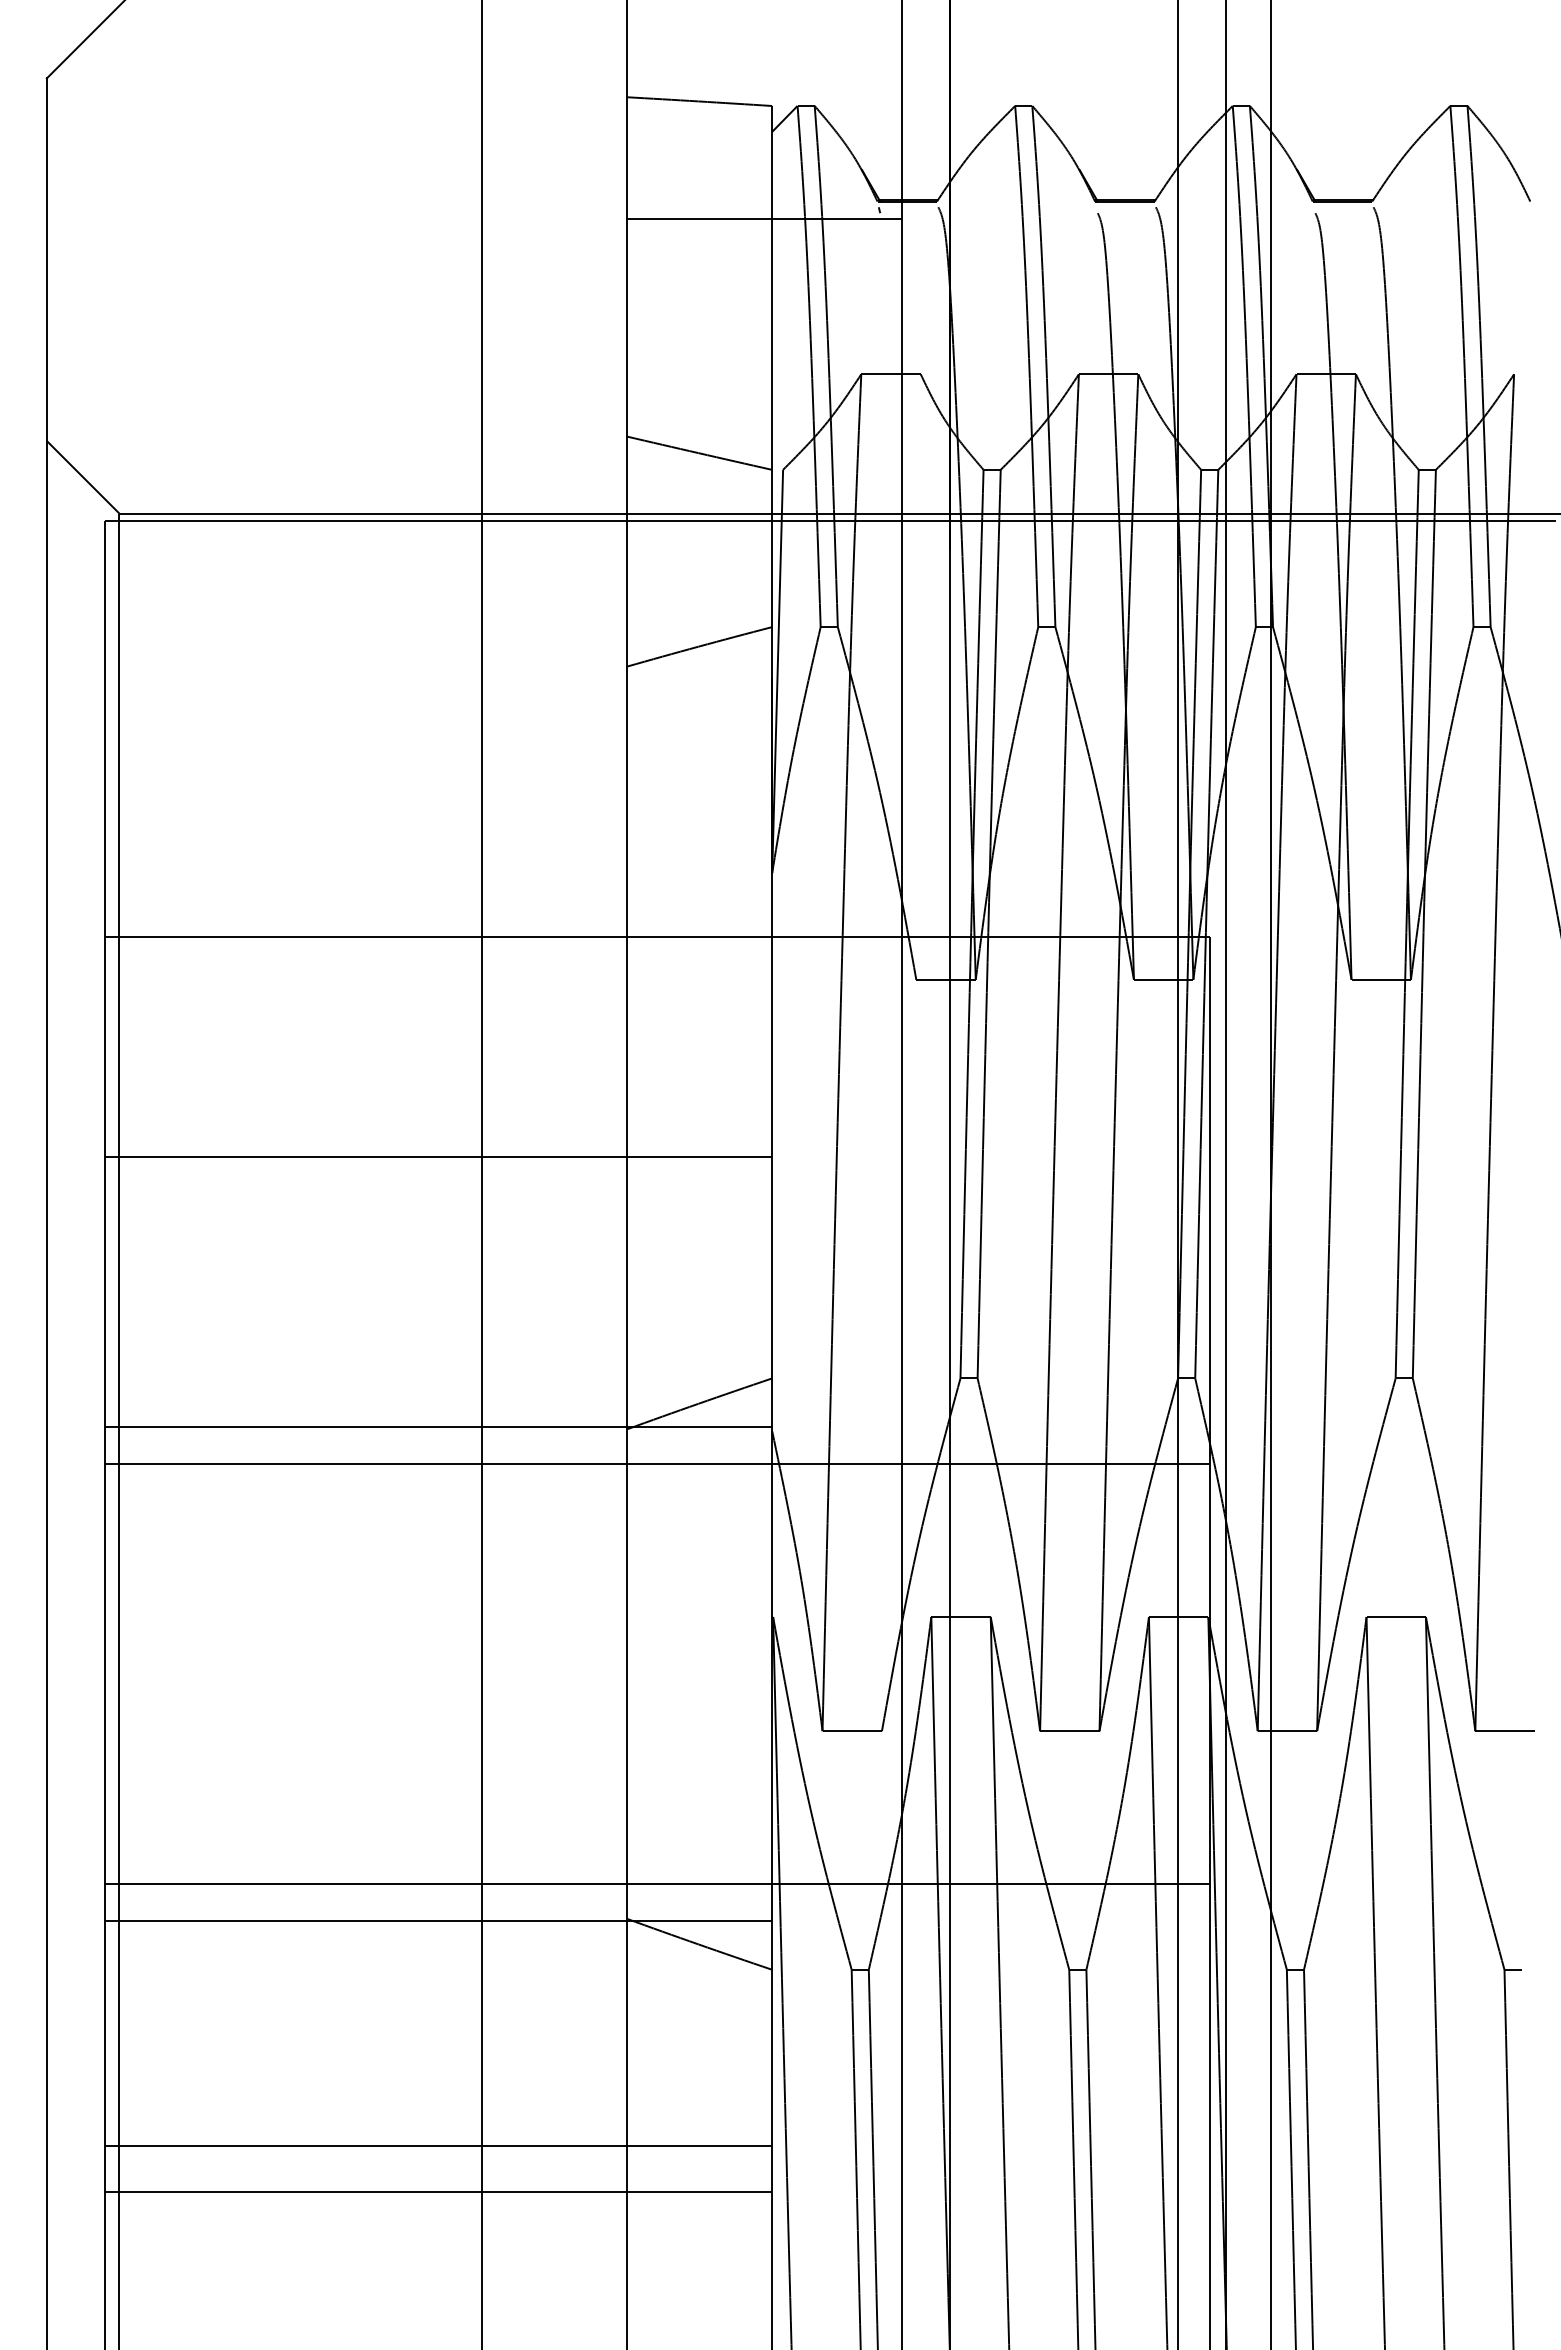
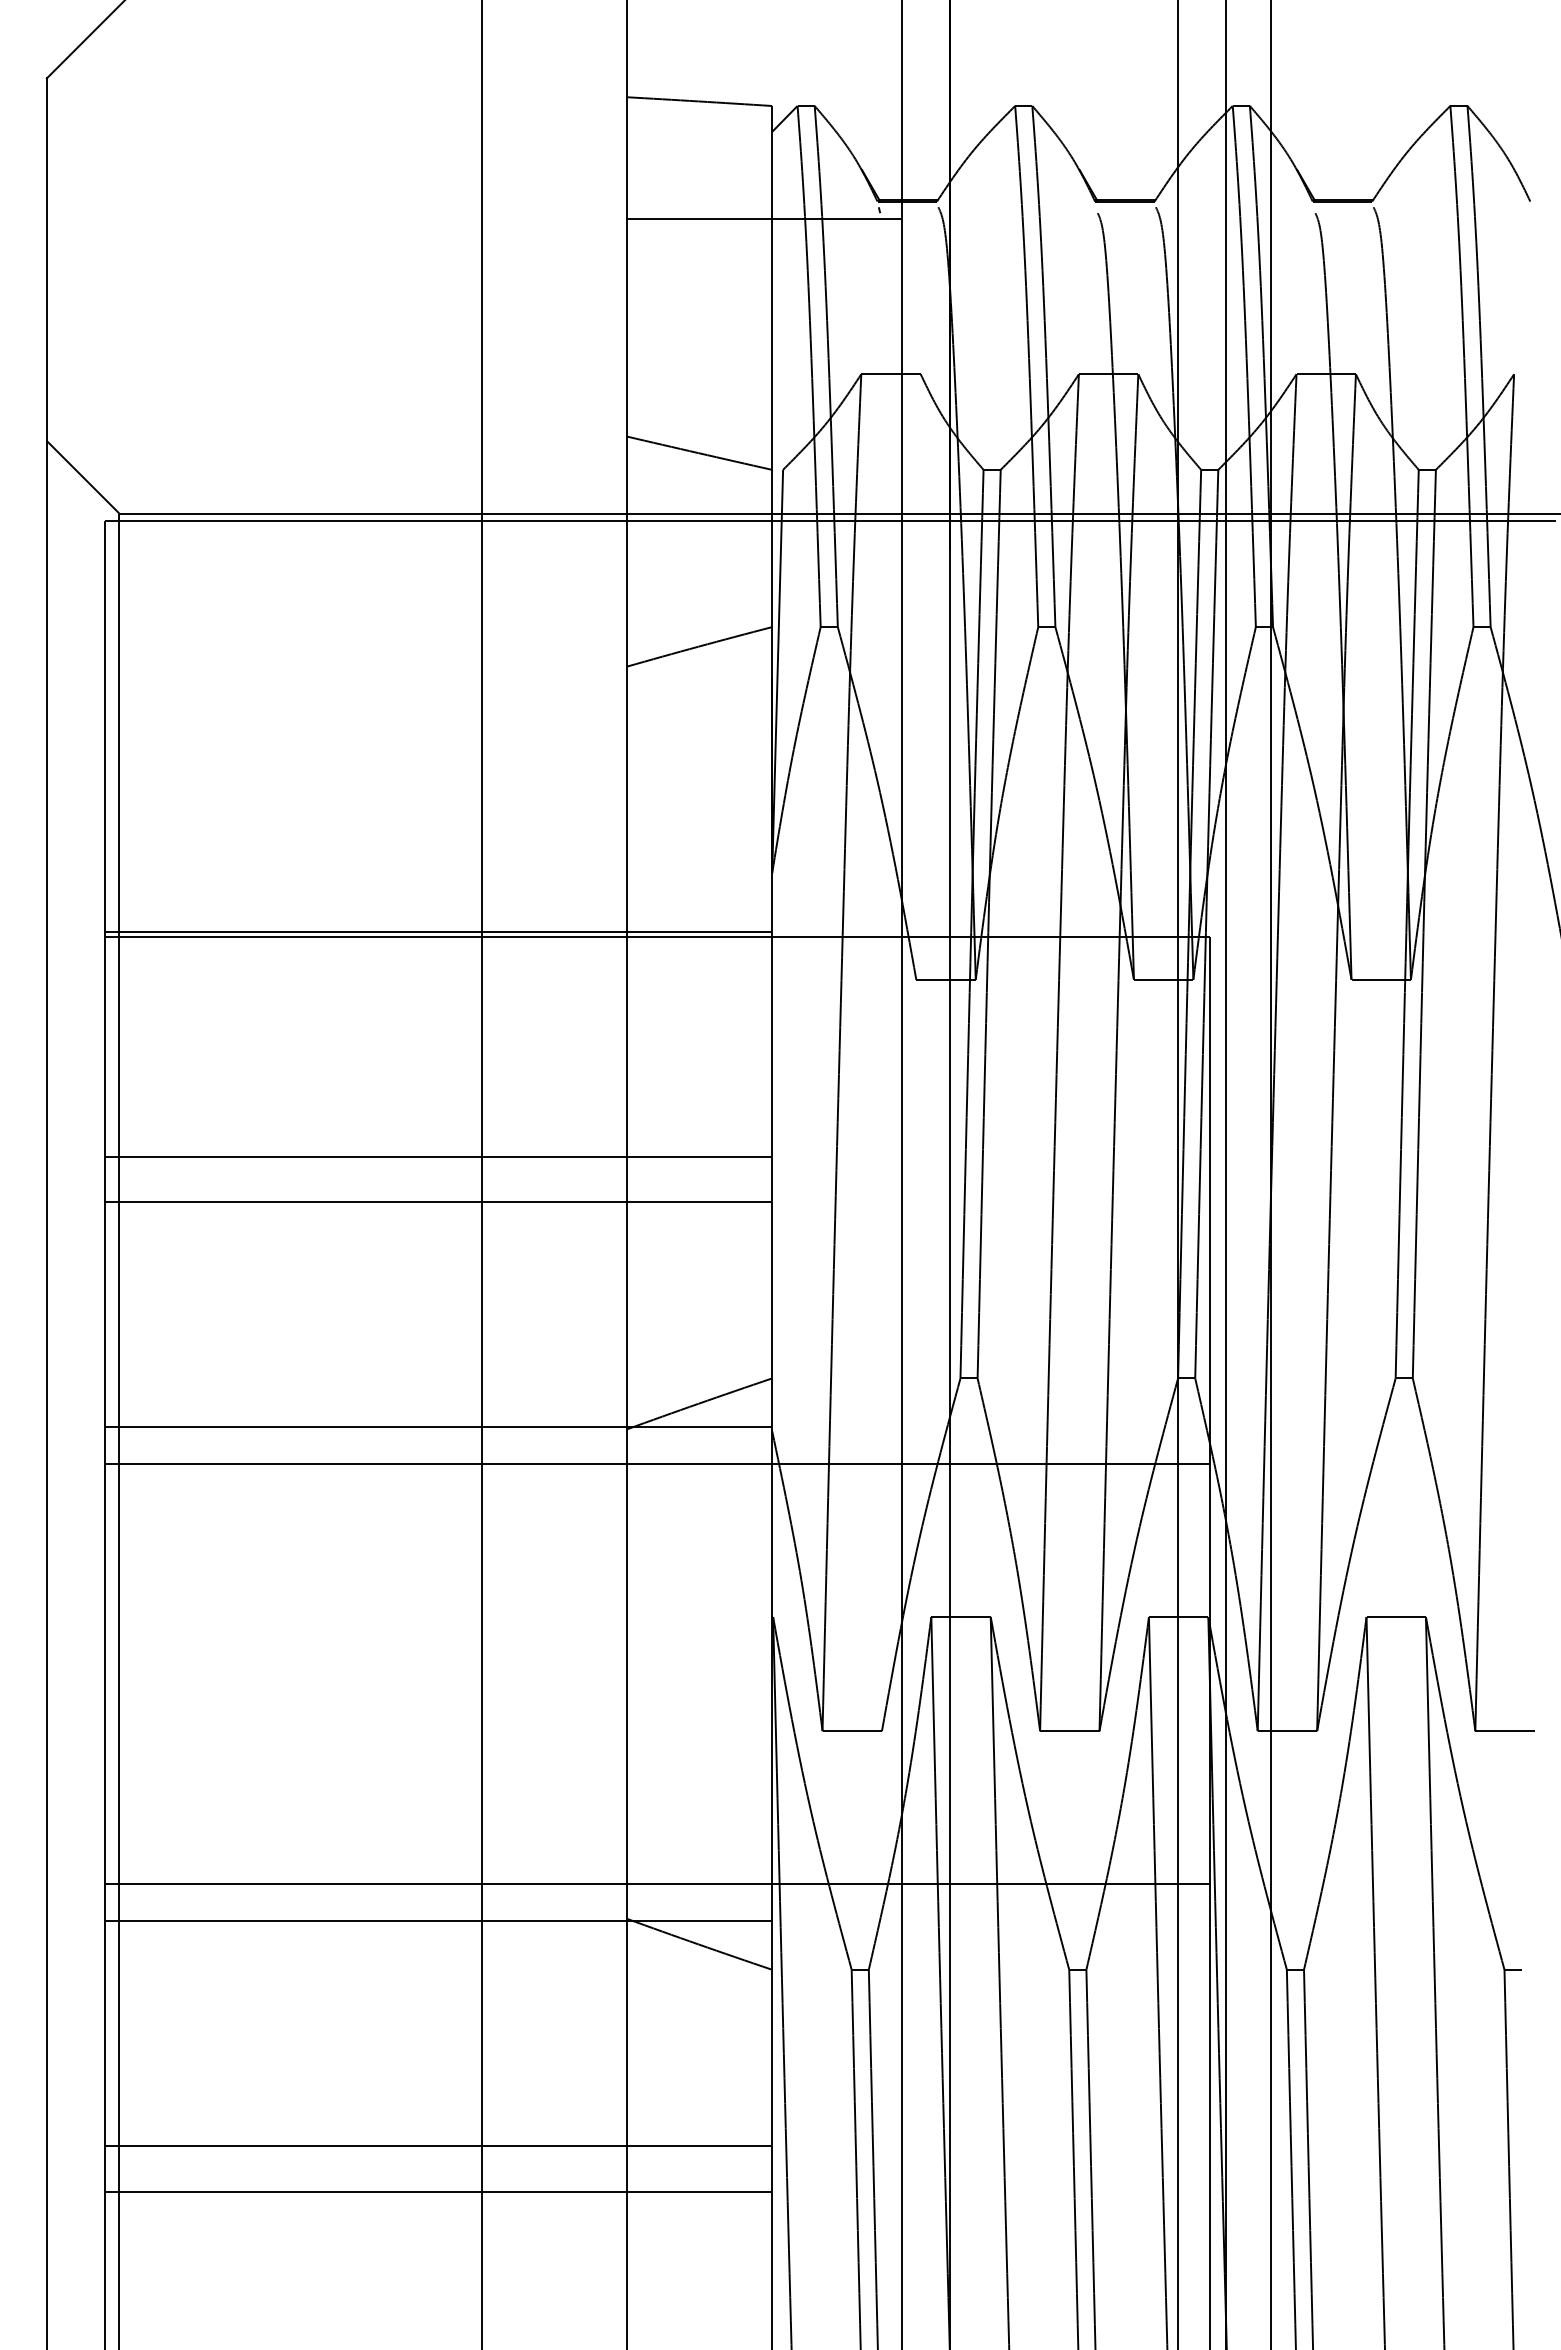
line at (438, 931): none -> present
line at (438, 1202): none -> present
